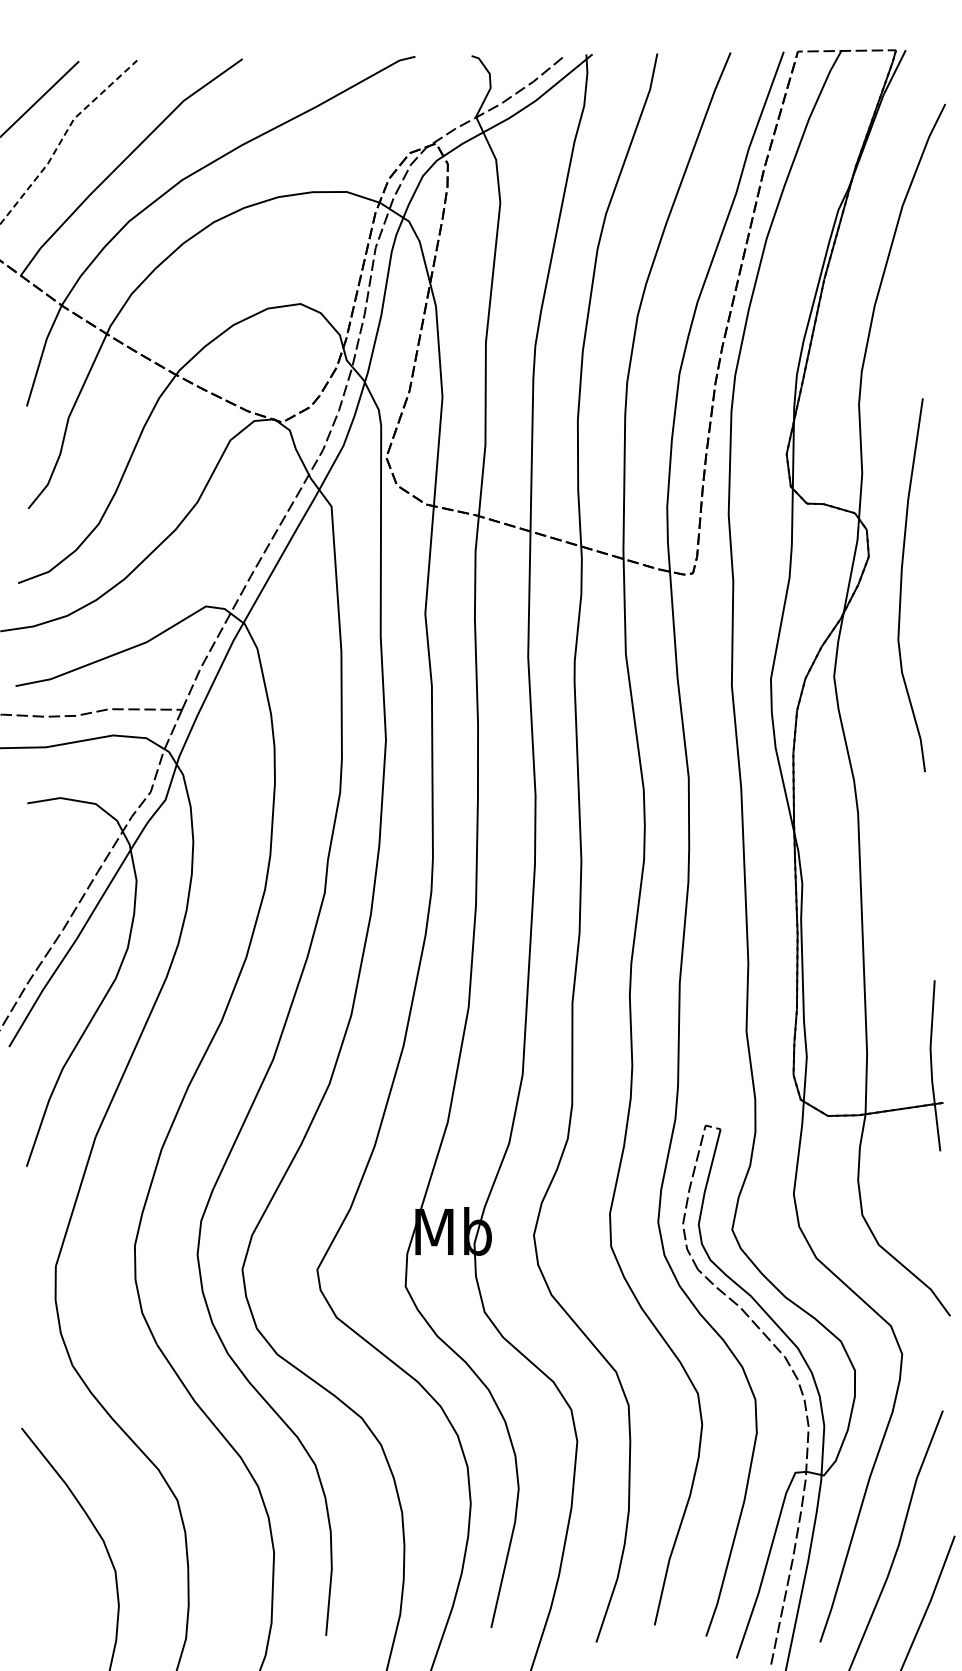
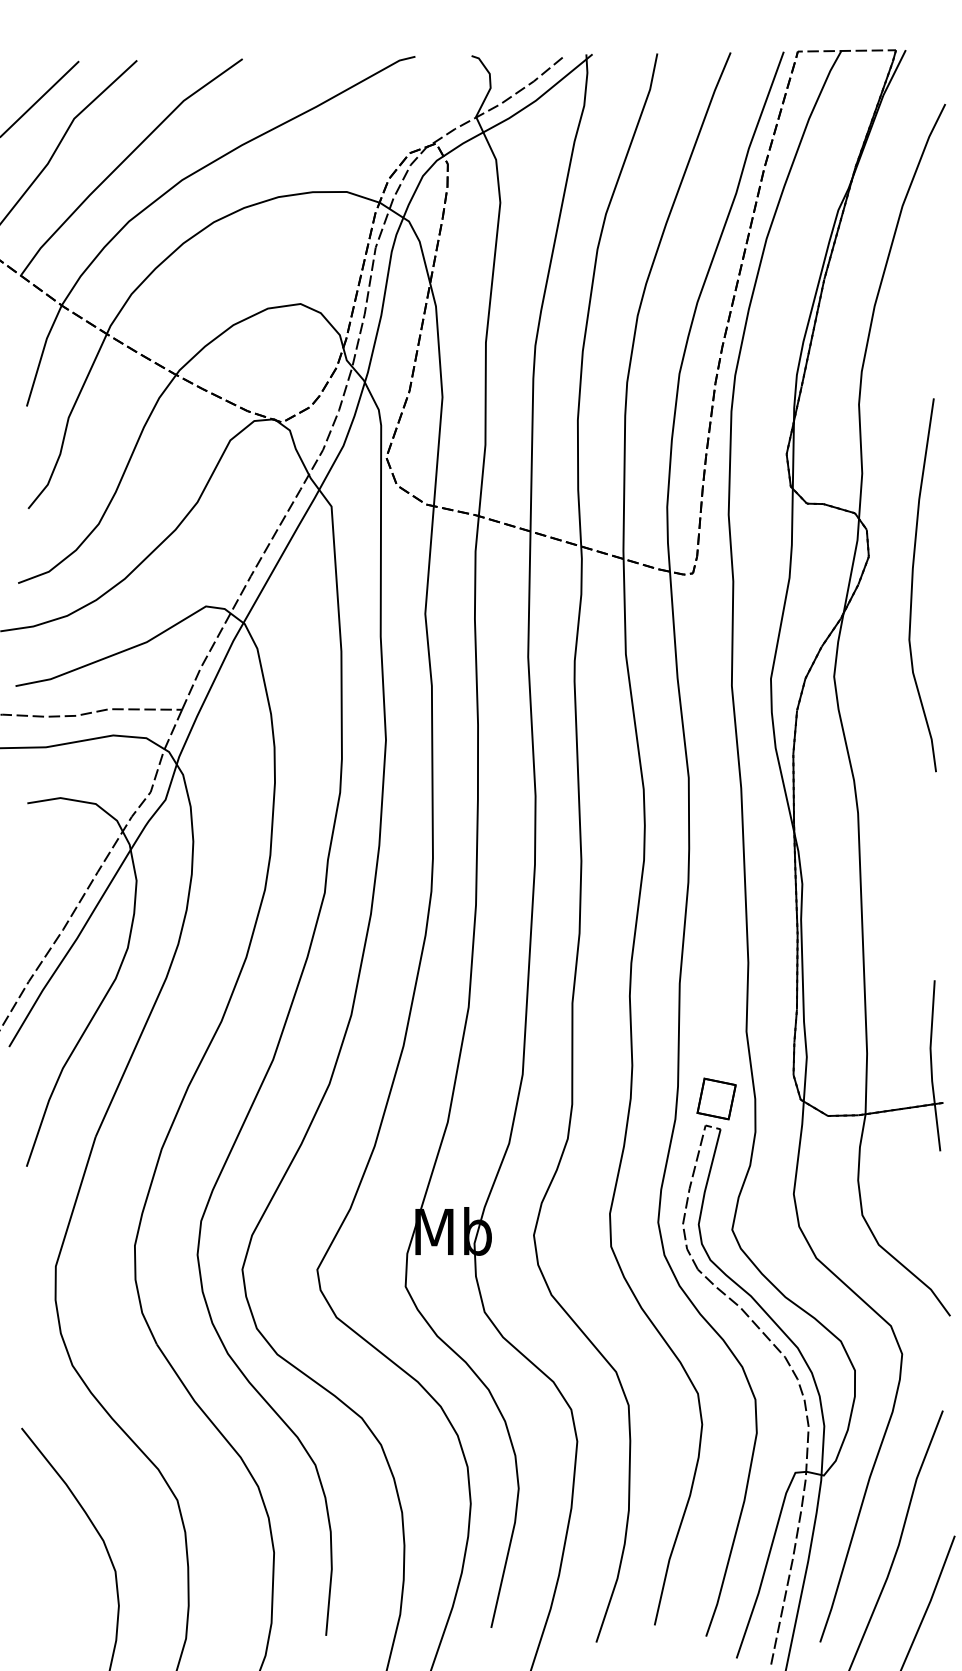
line at (63, 137): dashed -> solid
curve at (902, 582) position: (902, 582) -> (913, 582)
part at (716, 1098): none -> present
